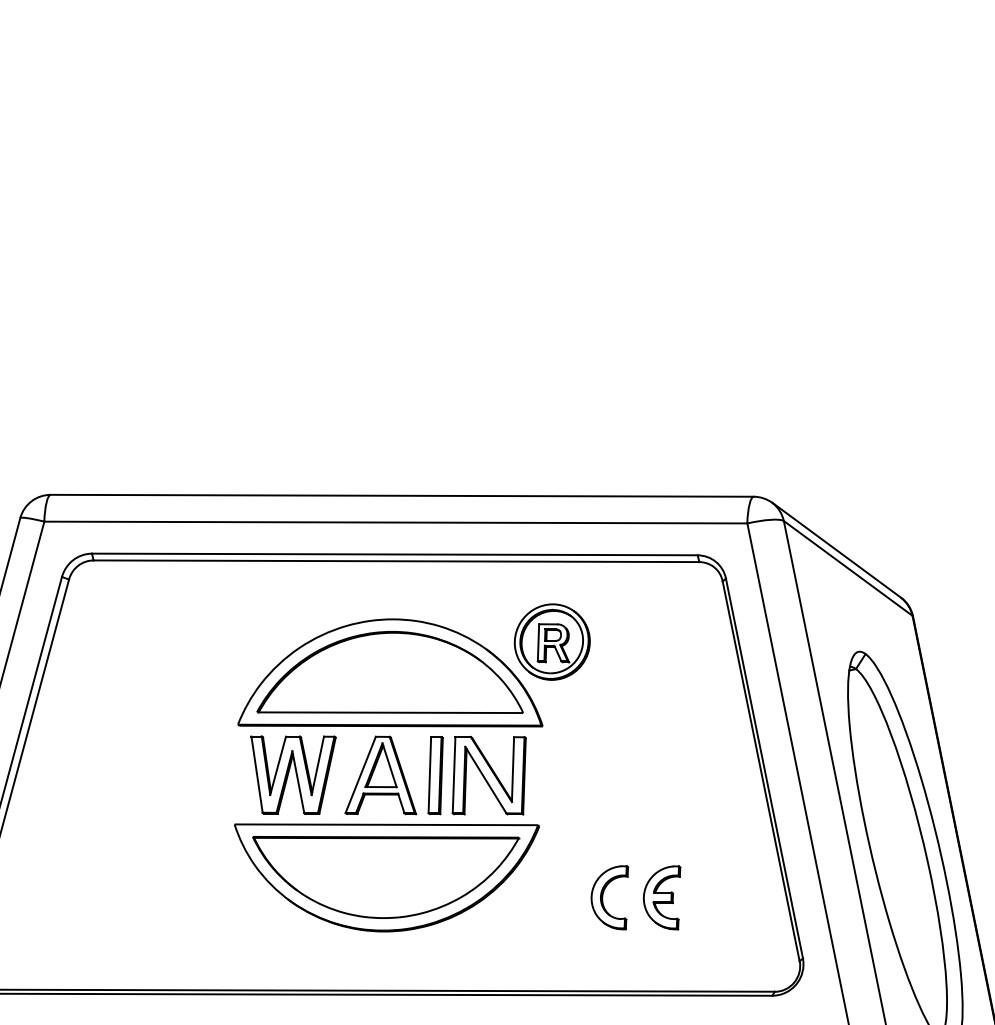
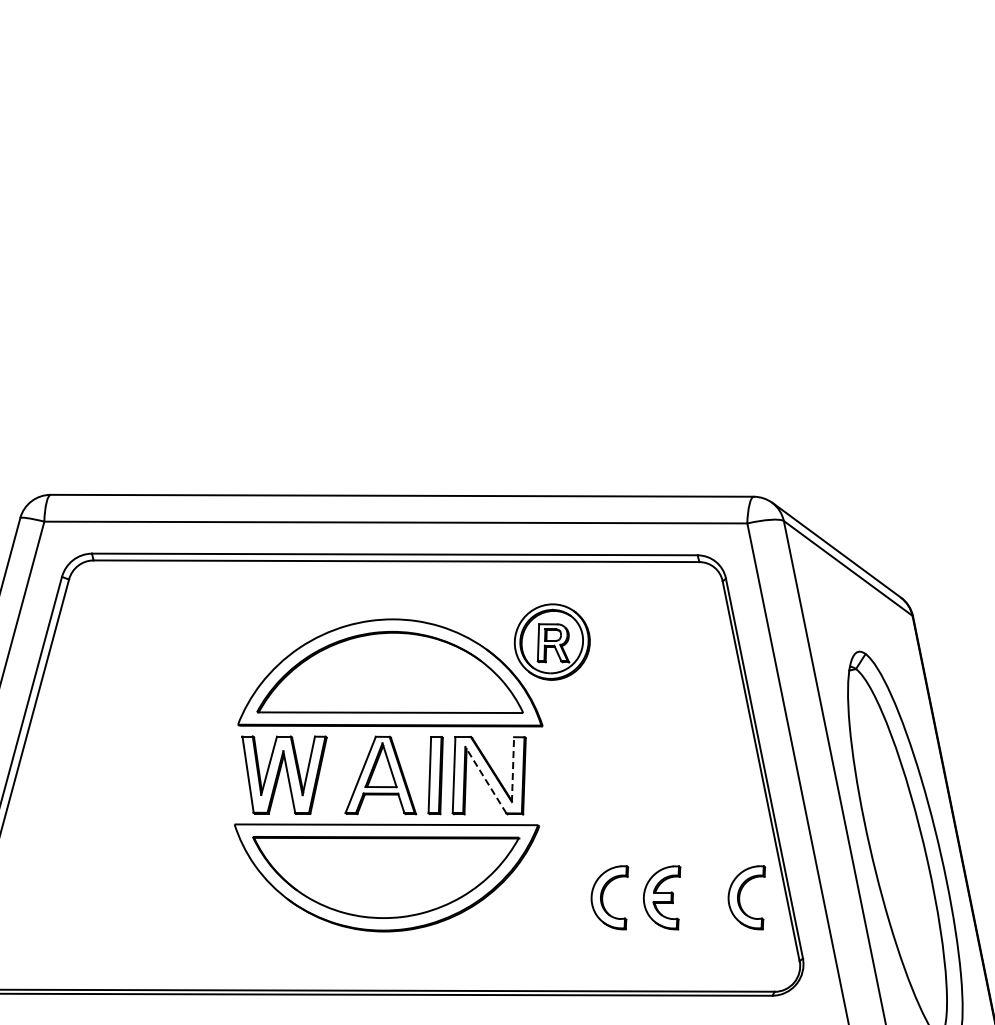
line at (513, 769): solid -> dashed
part at (293, 774) position: (293, 774) -> (284, 774)
line at (485, 779): solid -> dashed
part at (746, 897): none -> present
